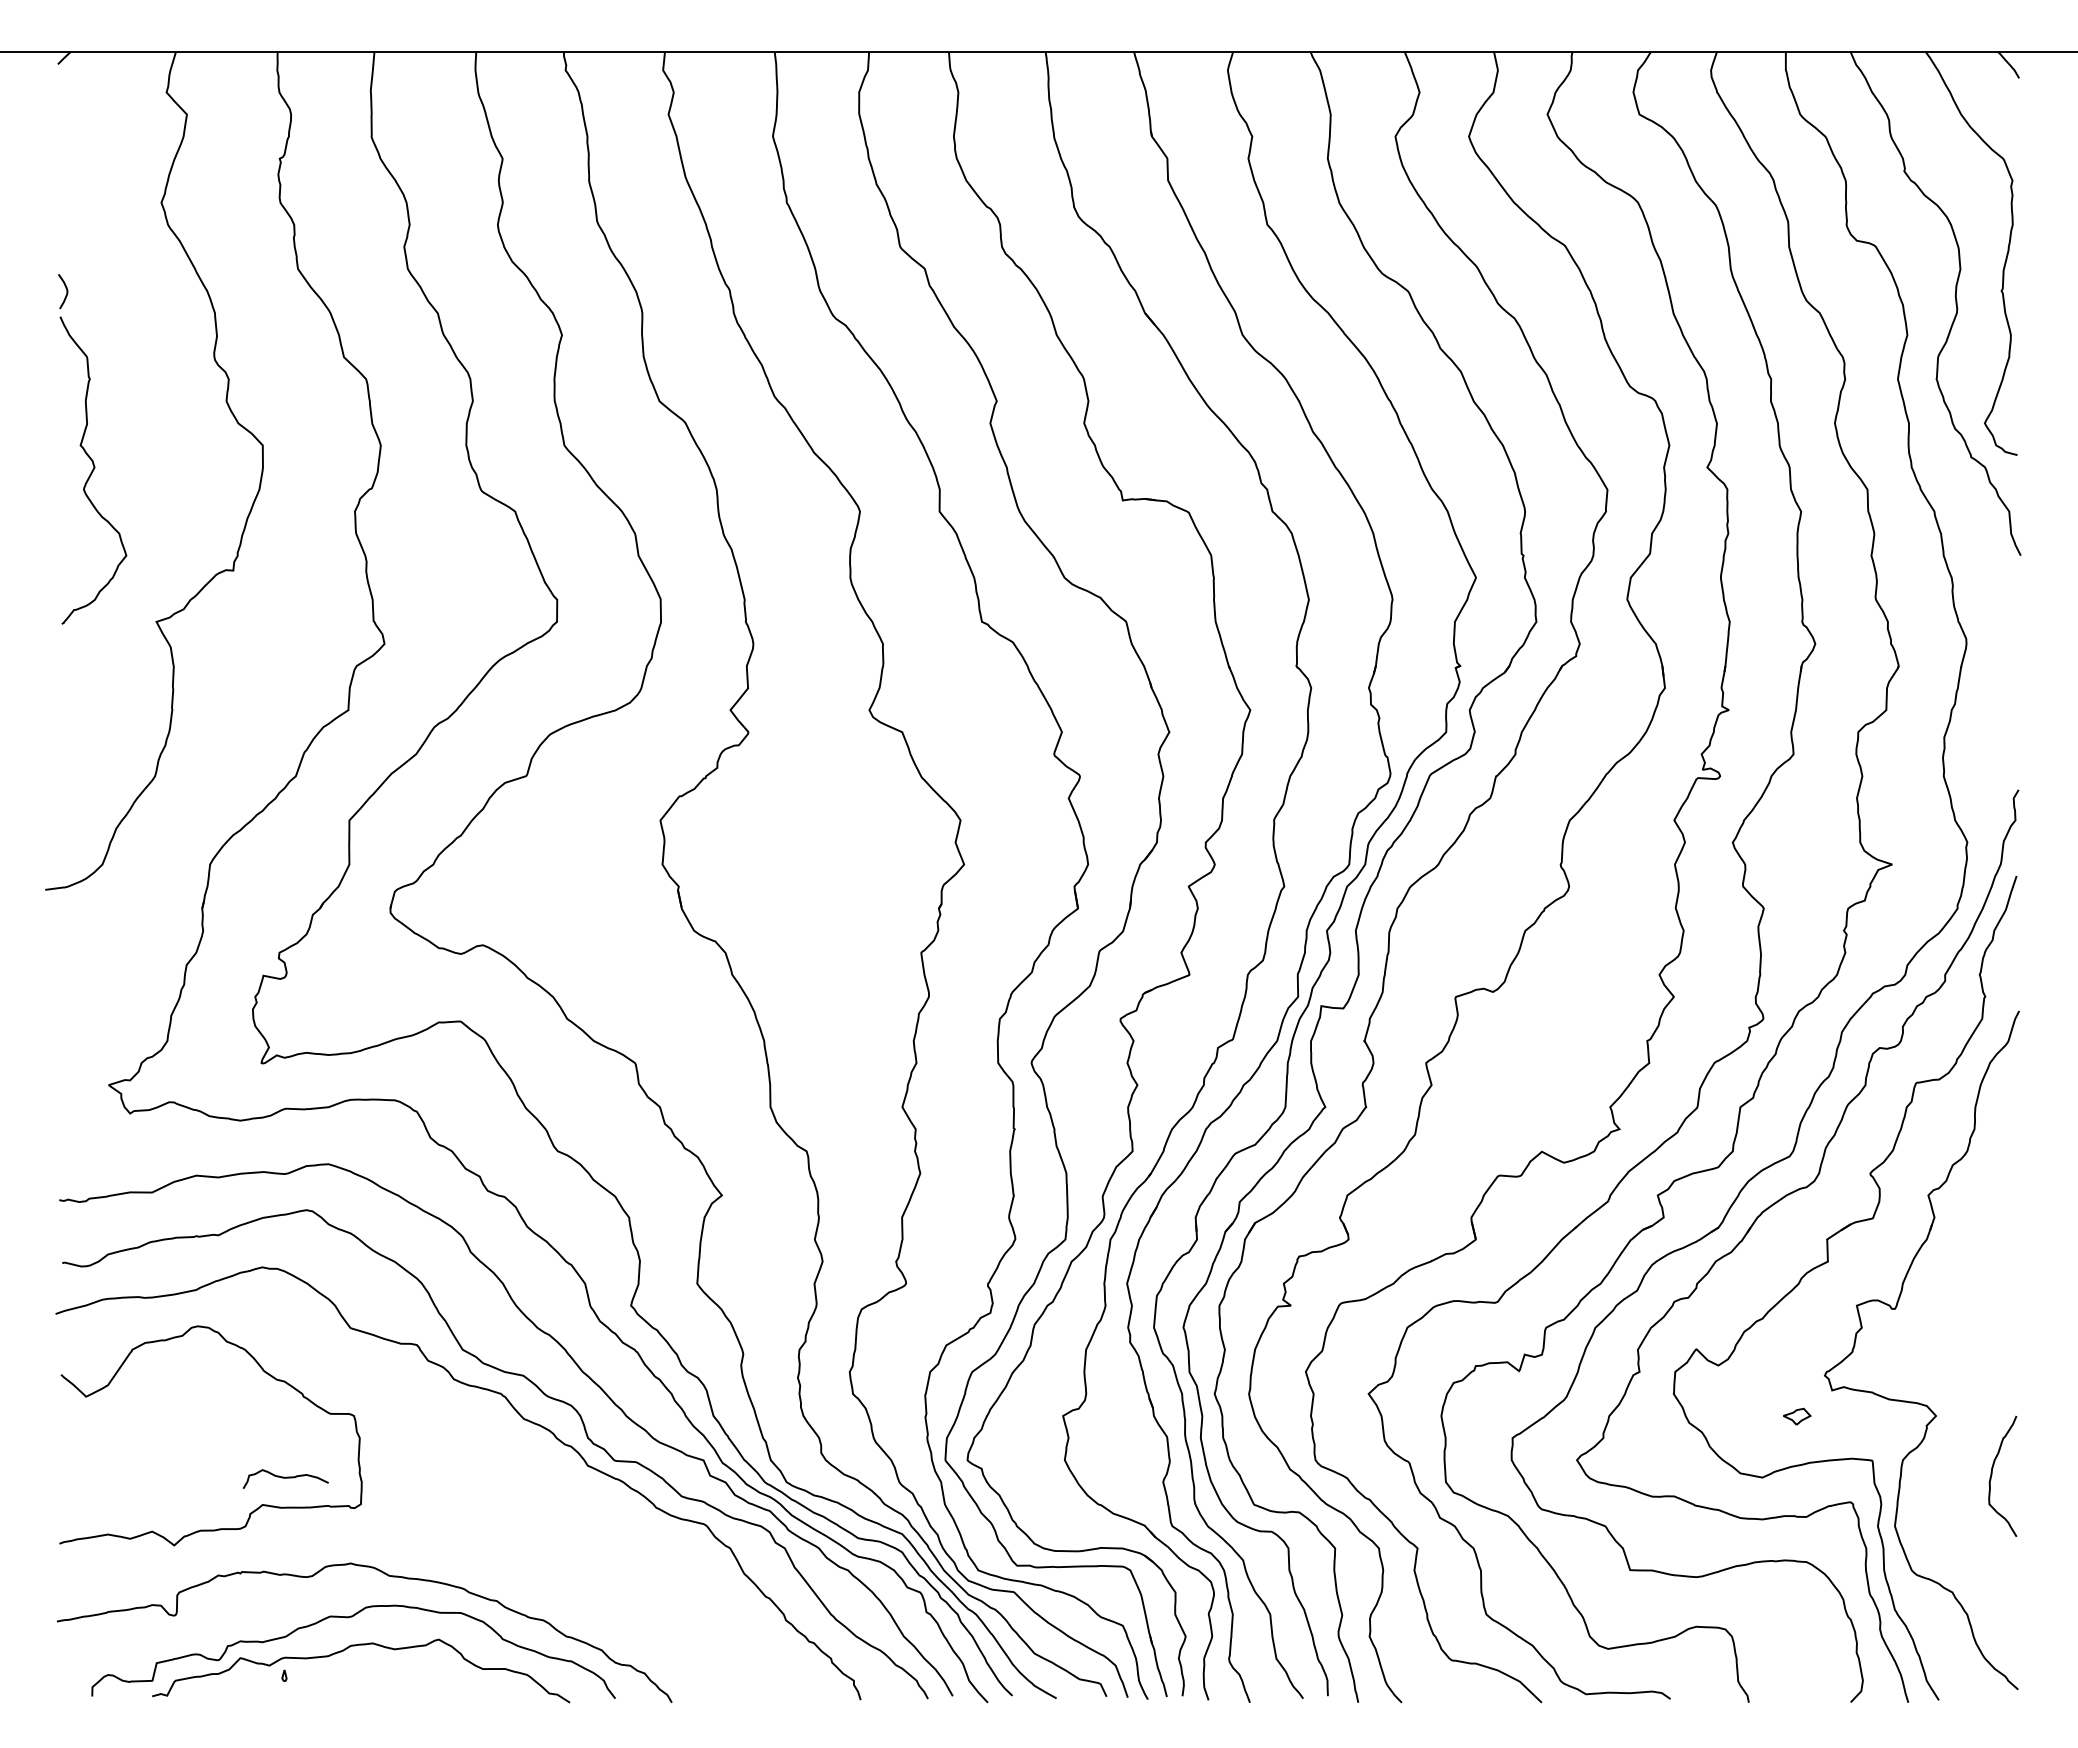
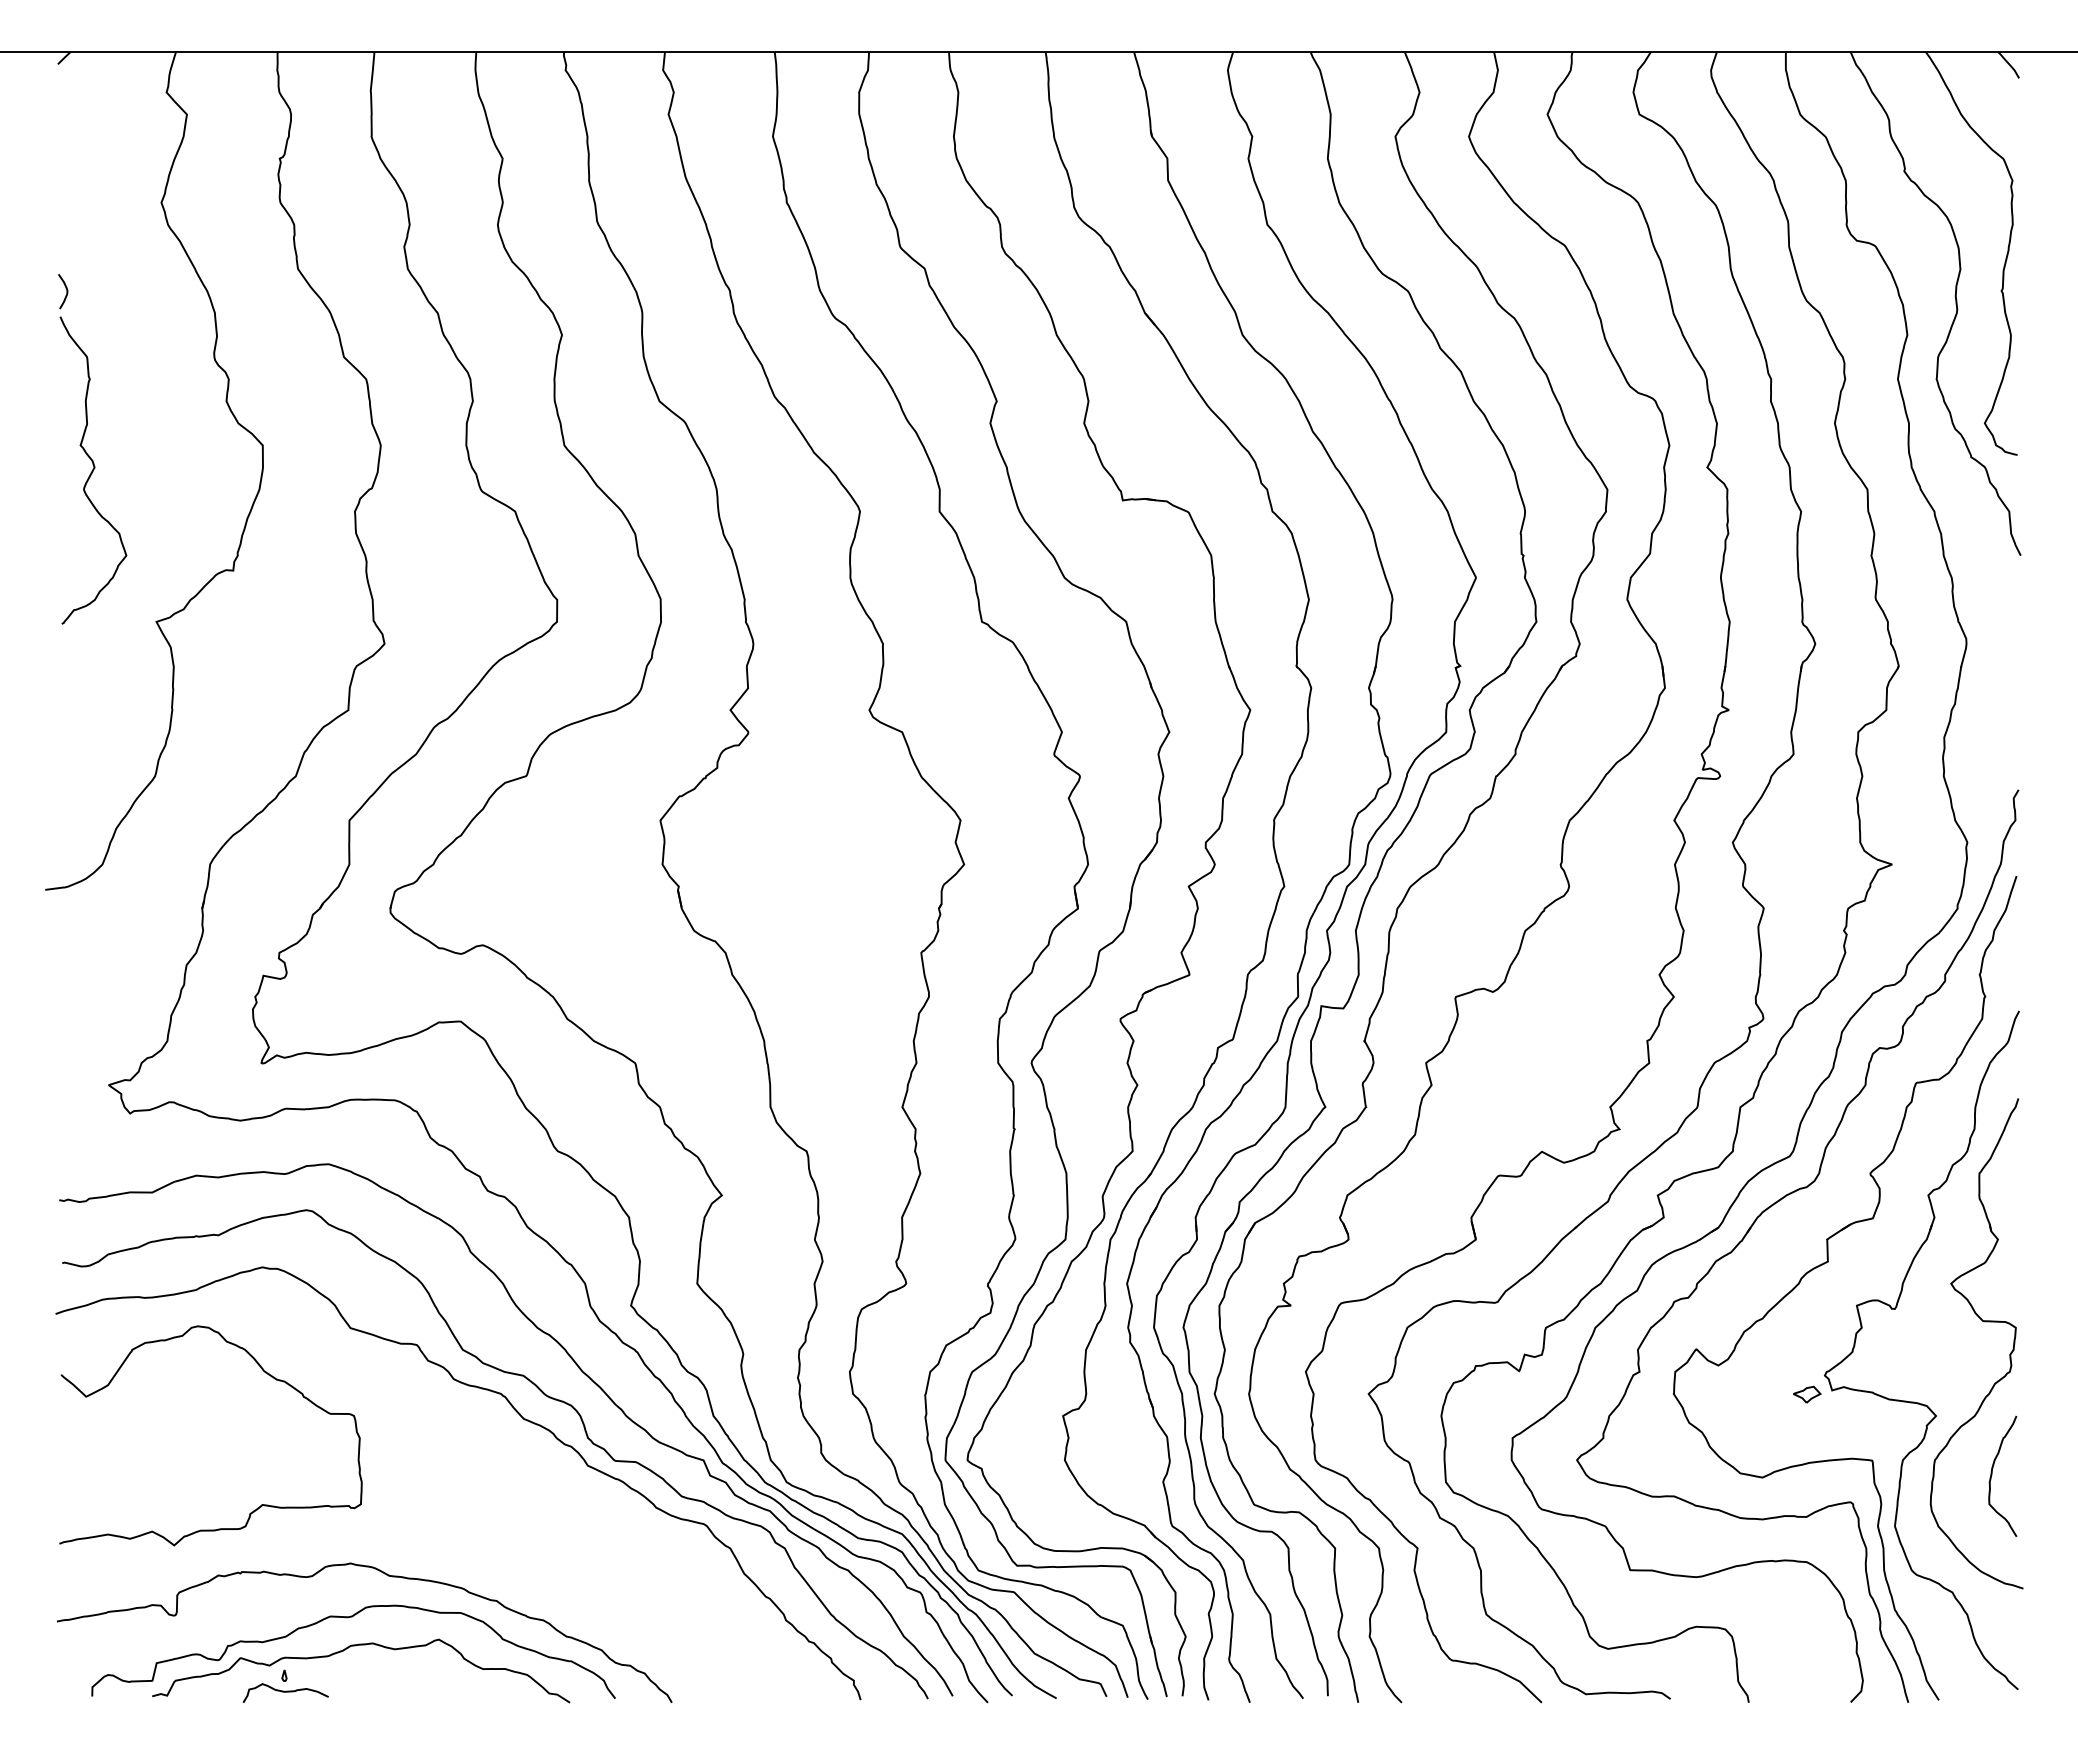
part at (1983, 1322): none -> present
part at (1797, 1416) position: (1797, 1416) -> (1807, 1394)
curve at (285, 1478) position: (285, 1478) -> (285, 1692)
